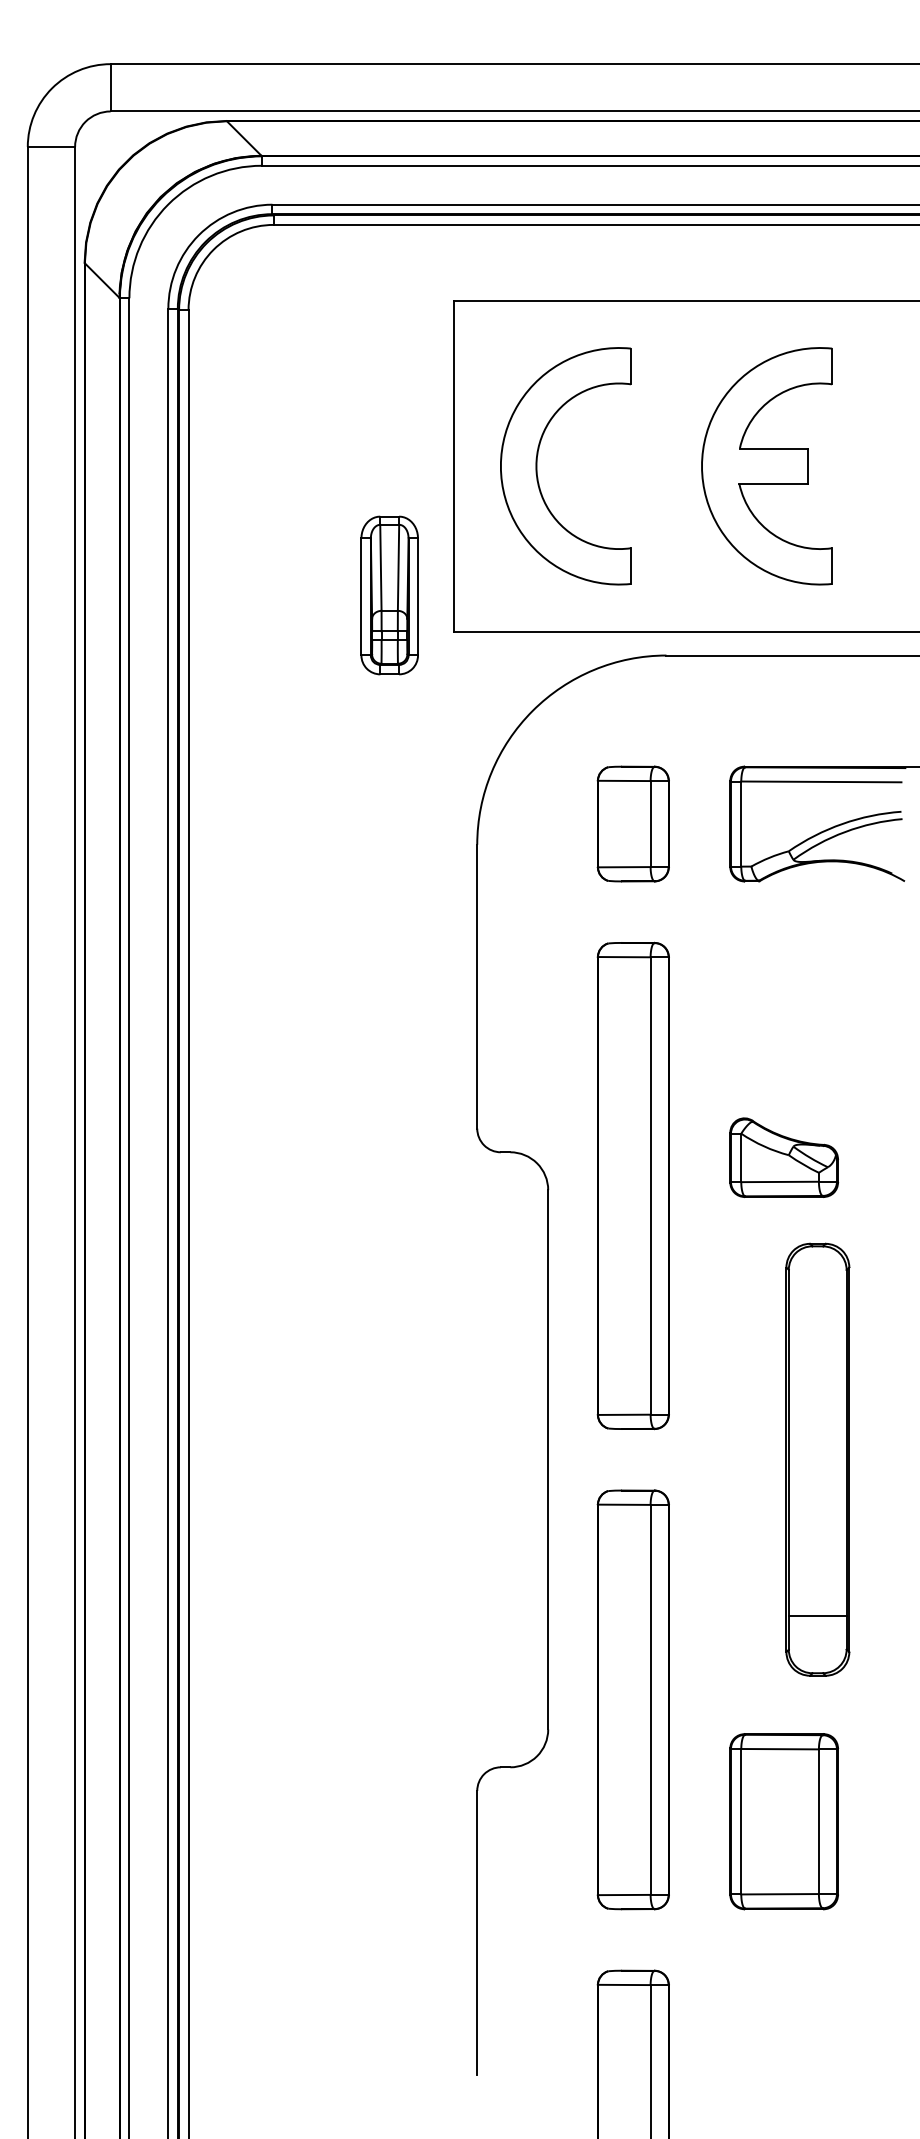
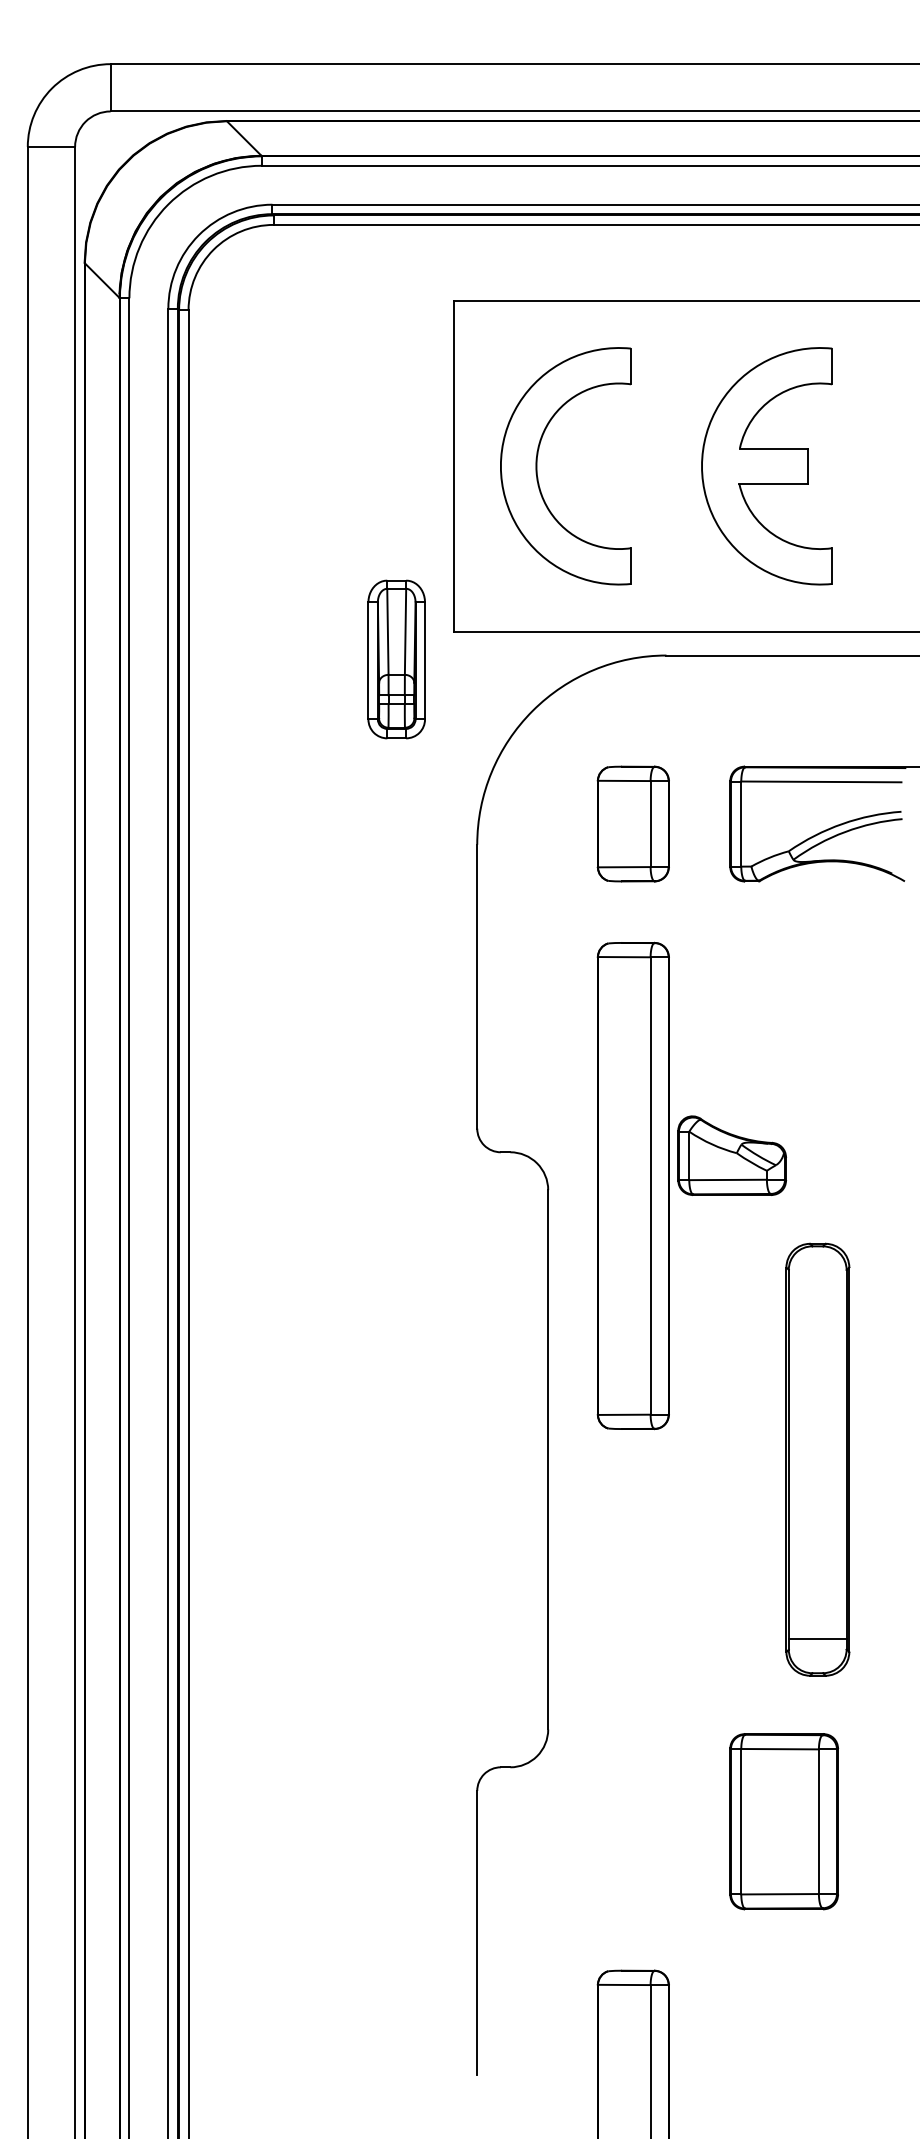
part at (389, 595) position: (389, 595) -> (396, 659)
part at (783, 1157) position: (783, 1157) -> (731, 1155)
line at (817, 1615) position: (817, 1615) -> (817, 1638)
part at (632, 1699): present -> none
